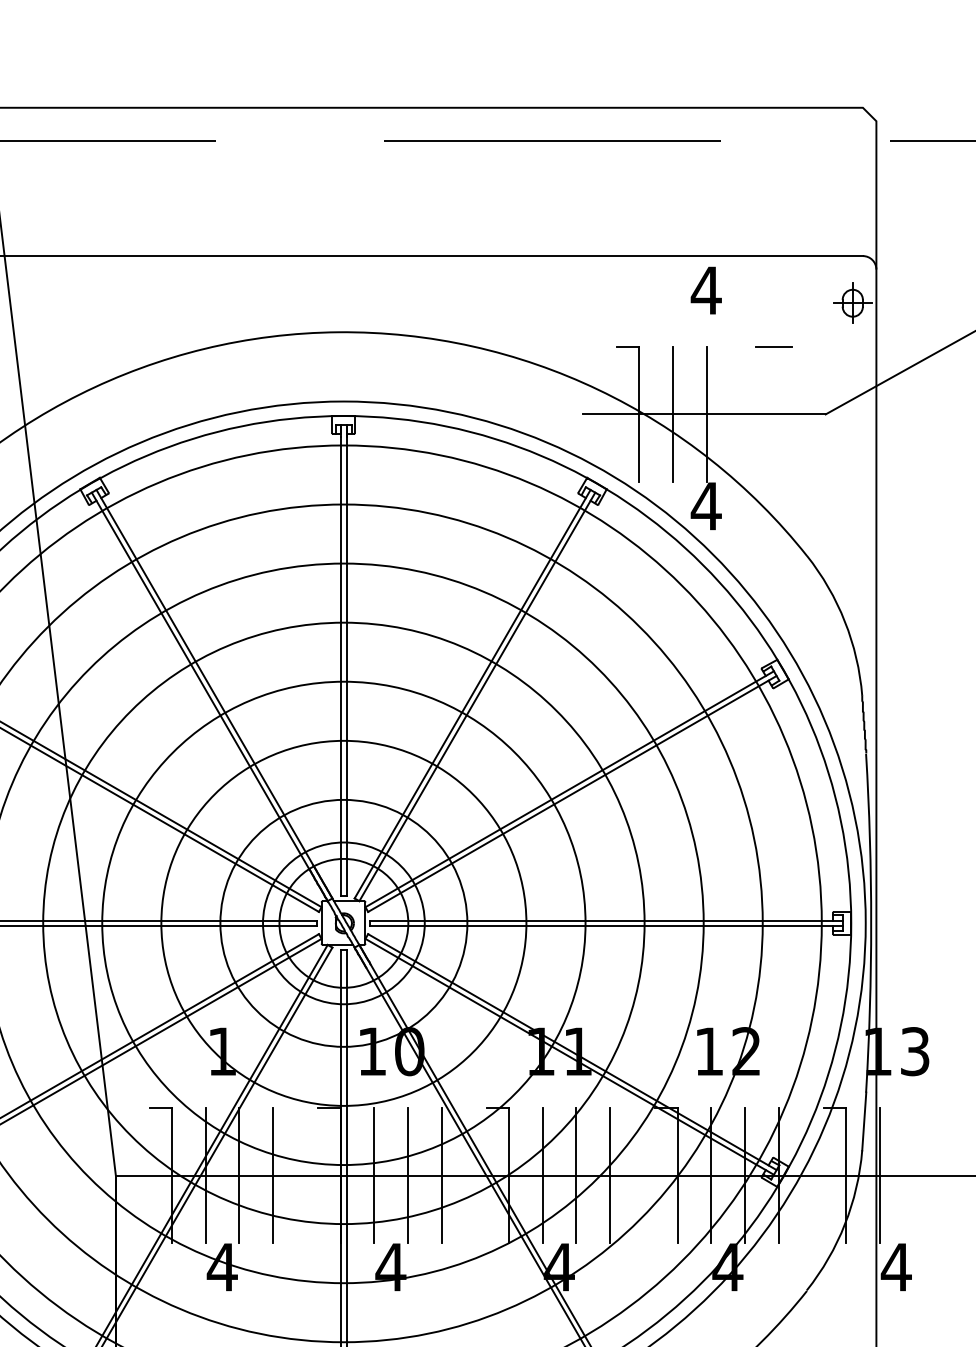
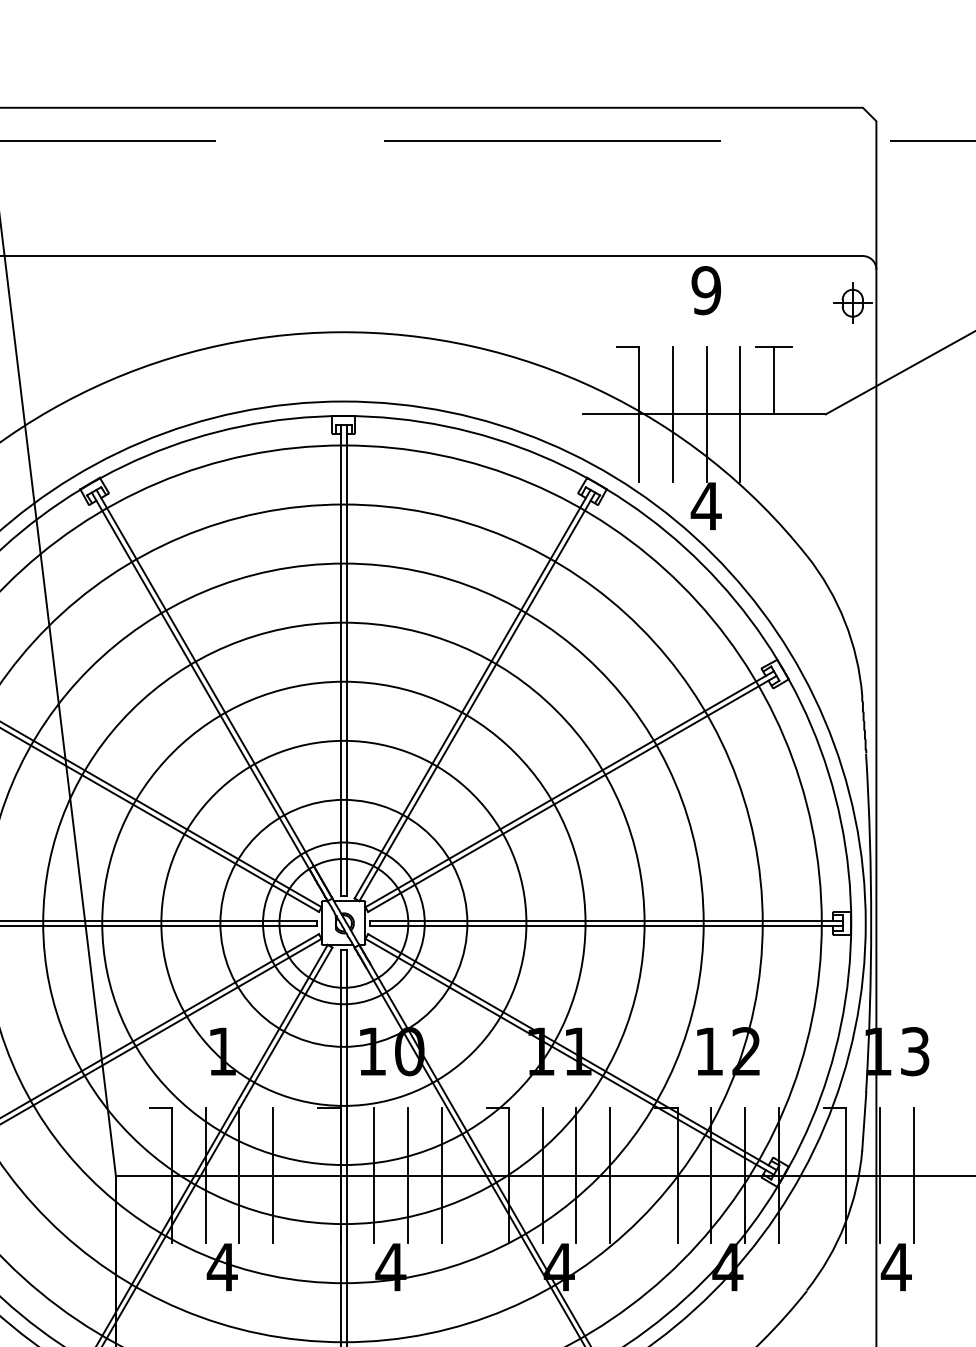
text at (705, 290): 4 -> 9
line at (774, 380): none -> present
line at (740, 414): none -> present
line at (913, 1175): none -> present
